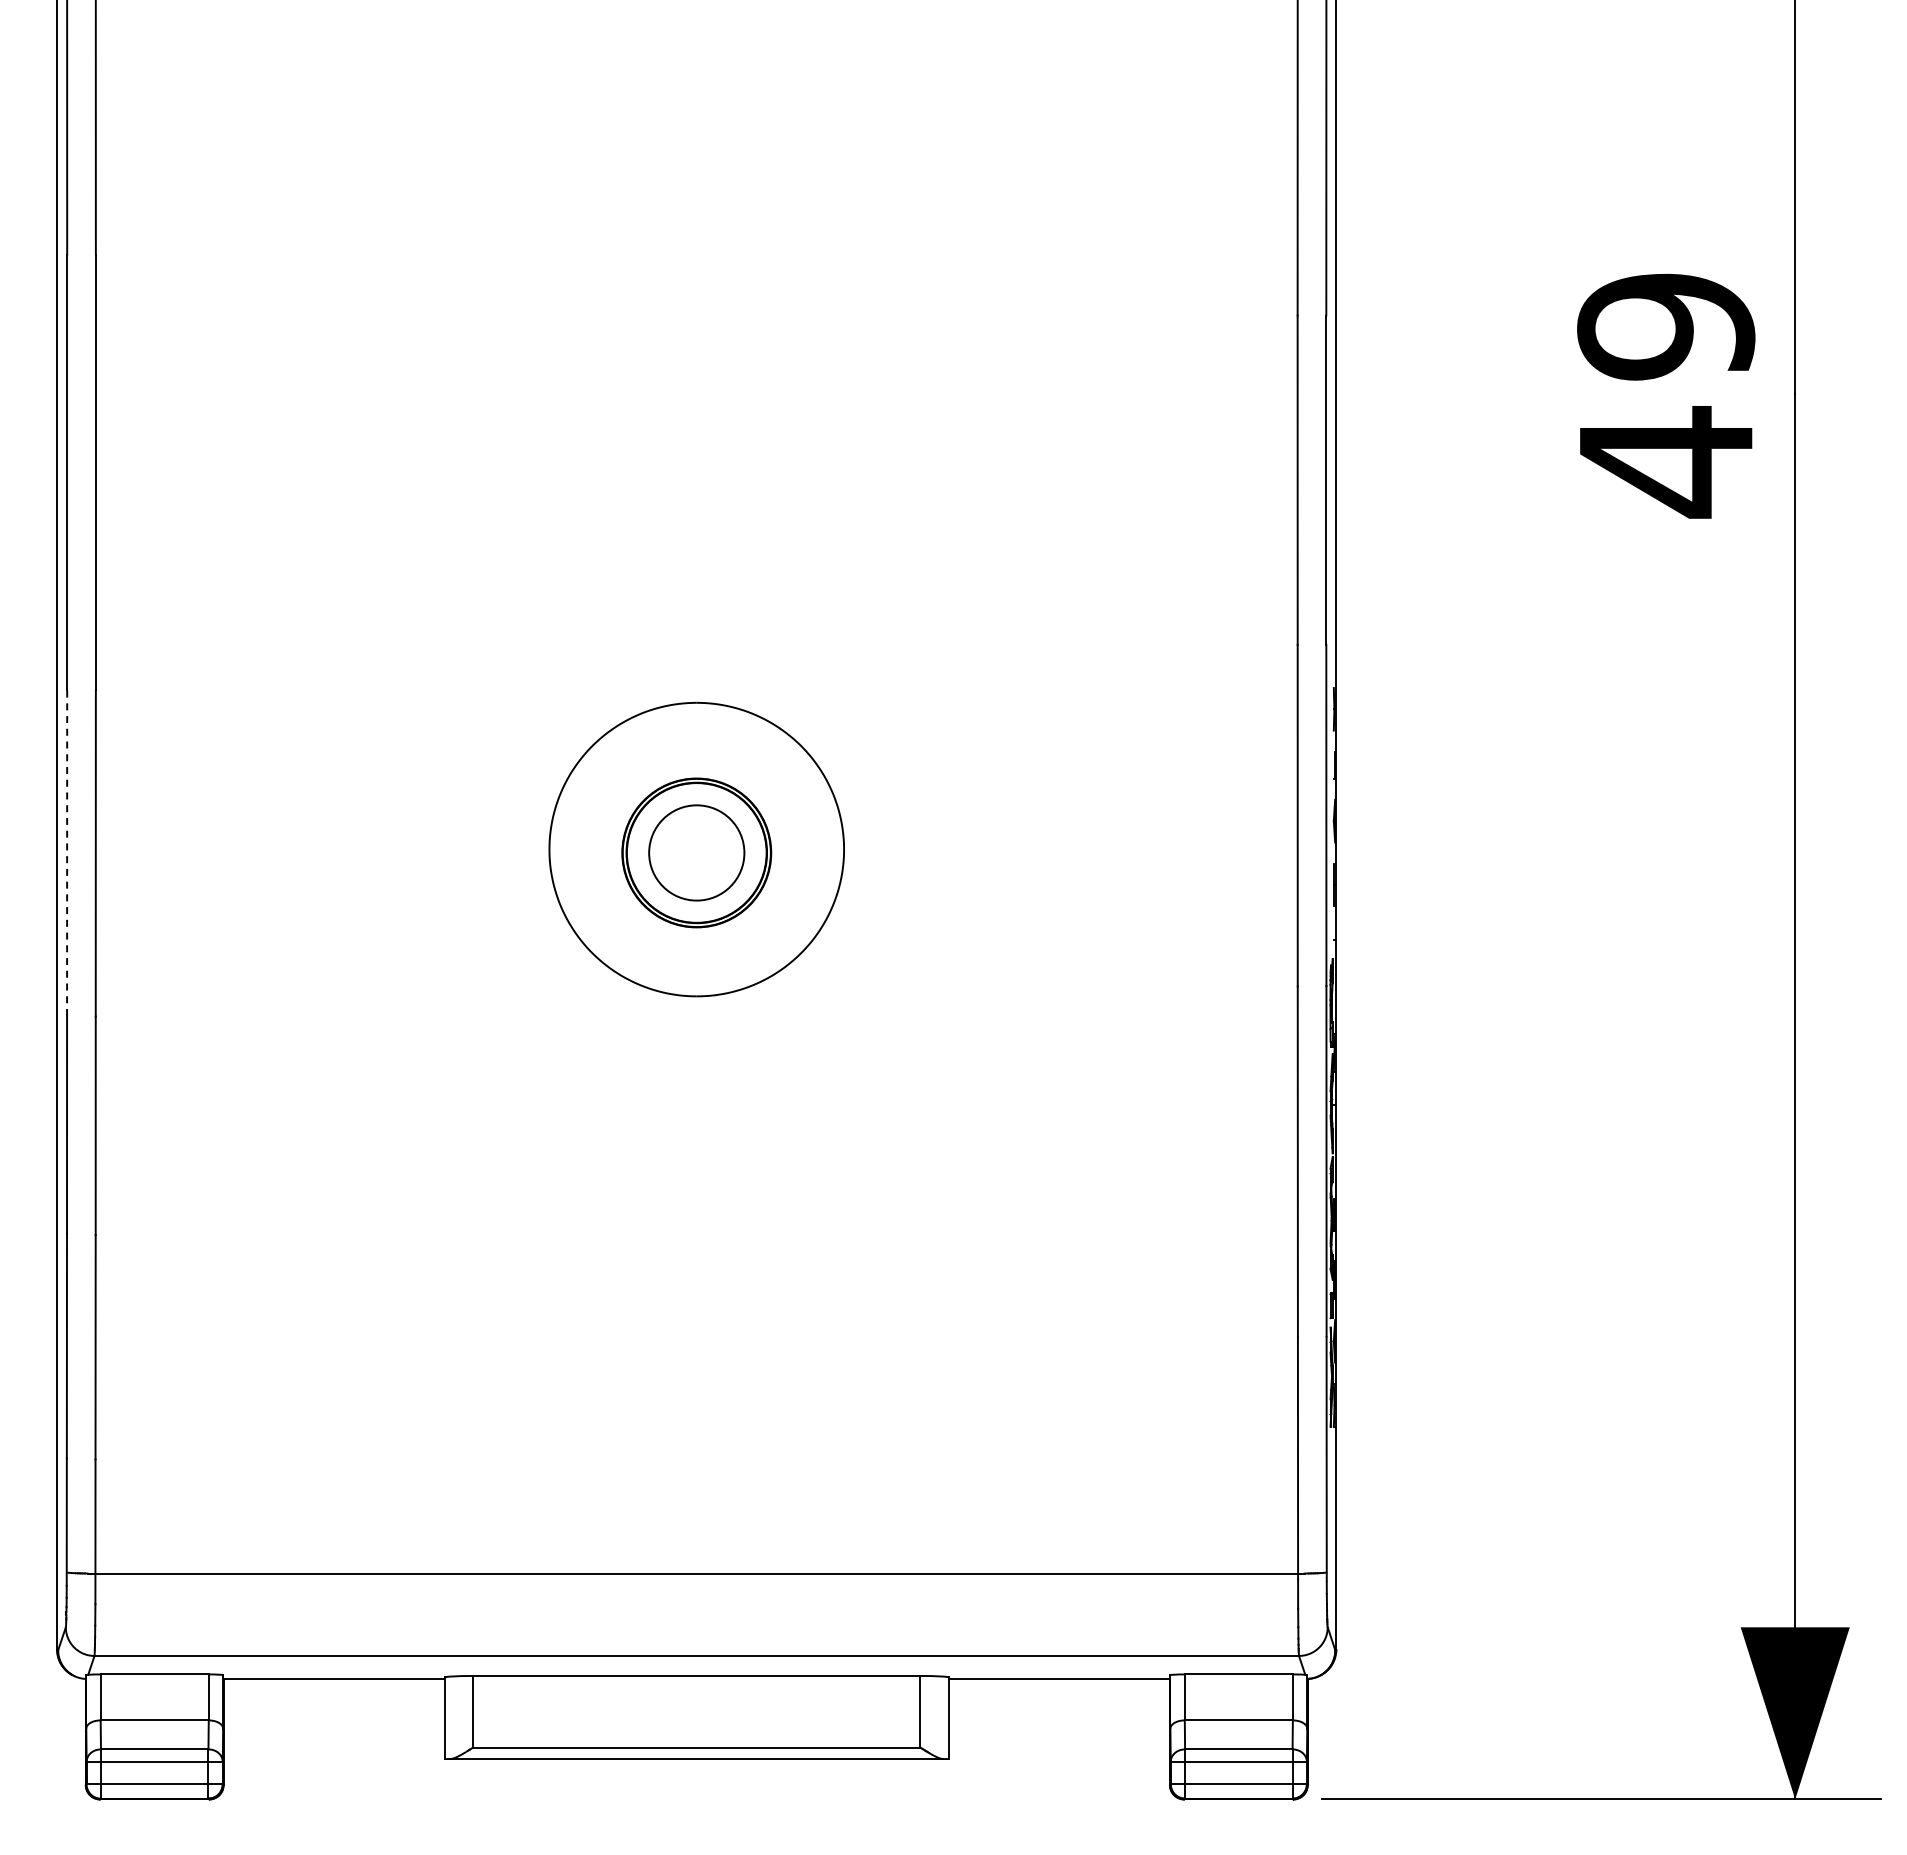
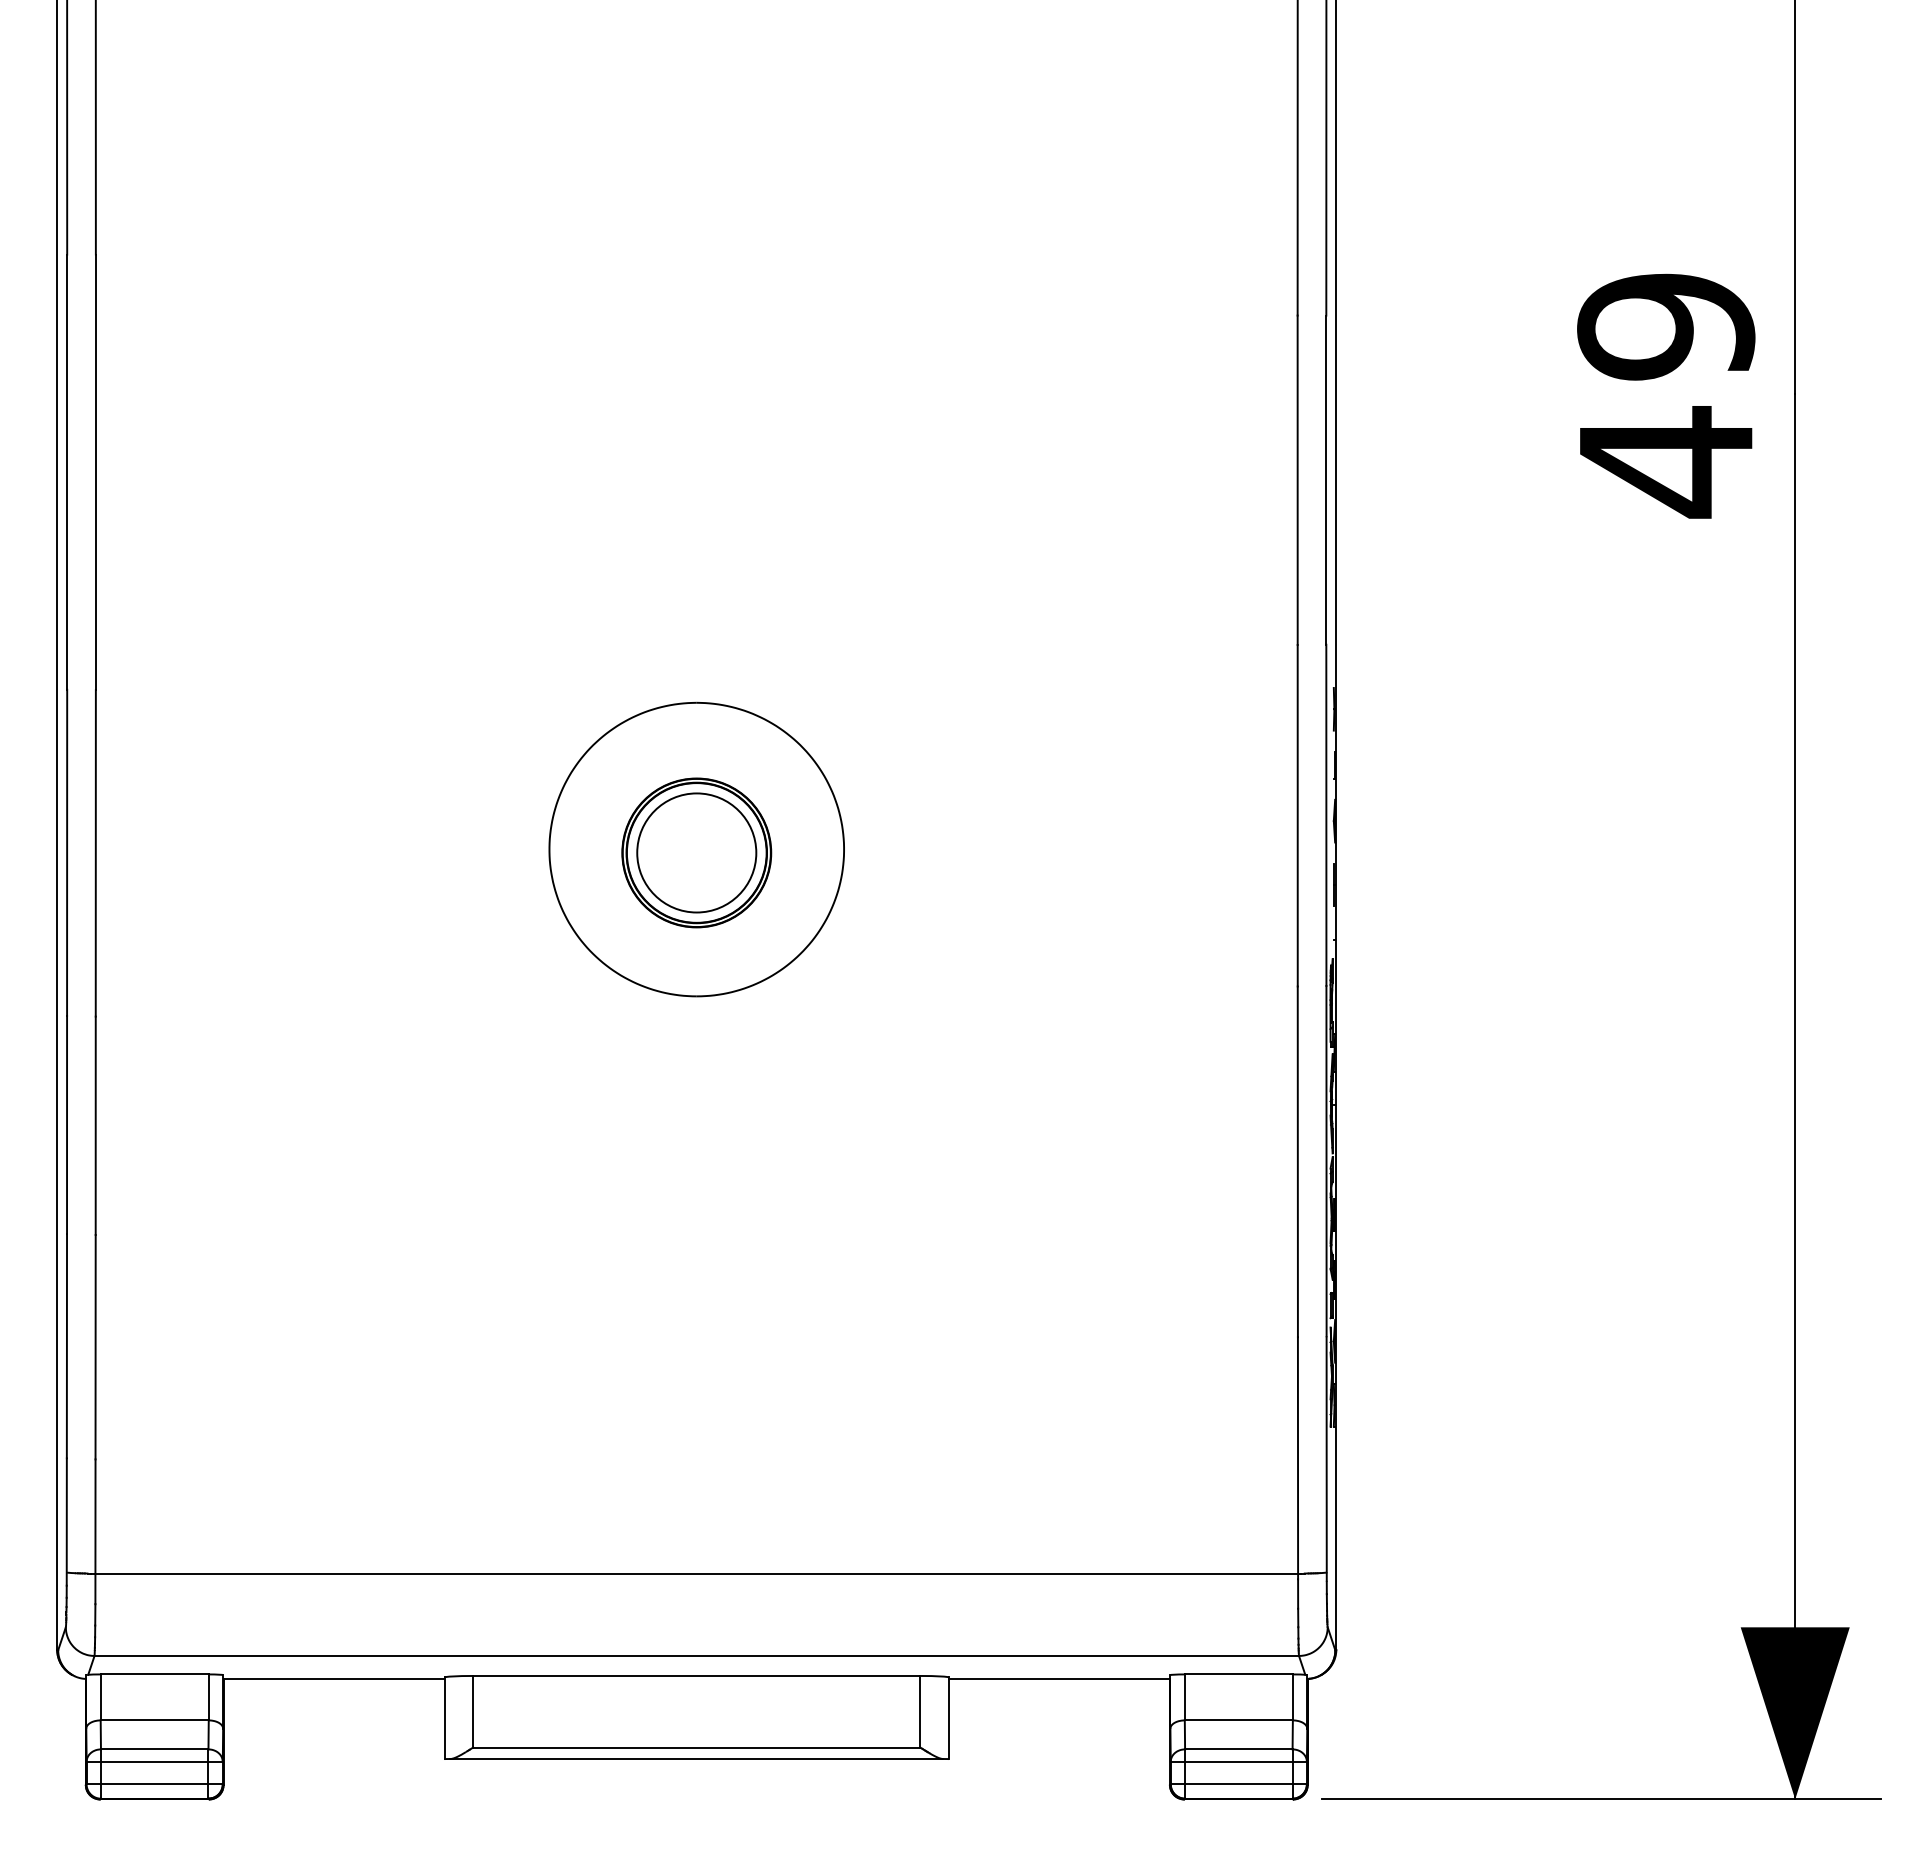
line at (67, 852): dashed -> solid
circle at (696, 852) diameter: 95 px -> 119 px
